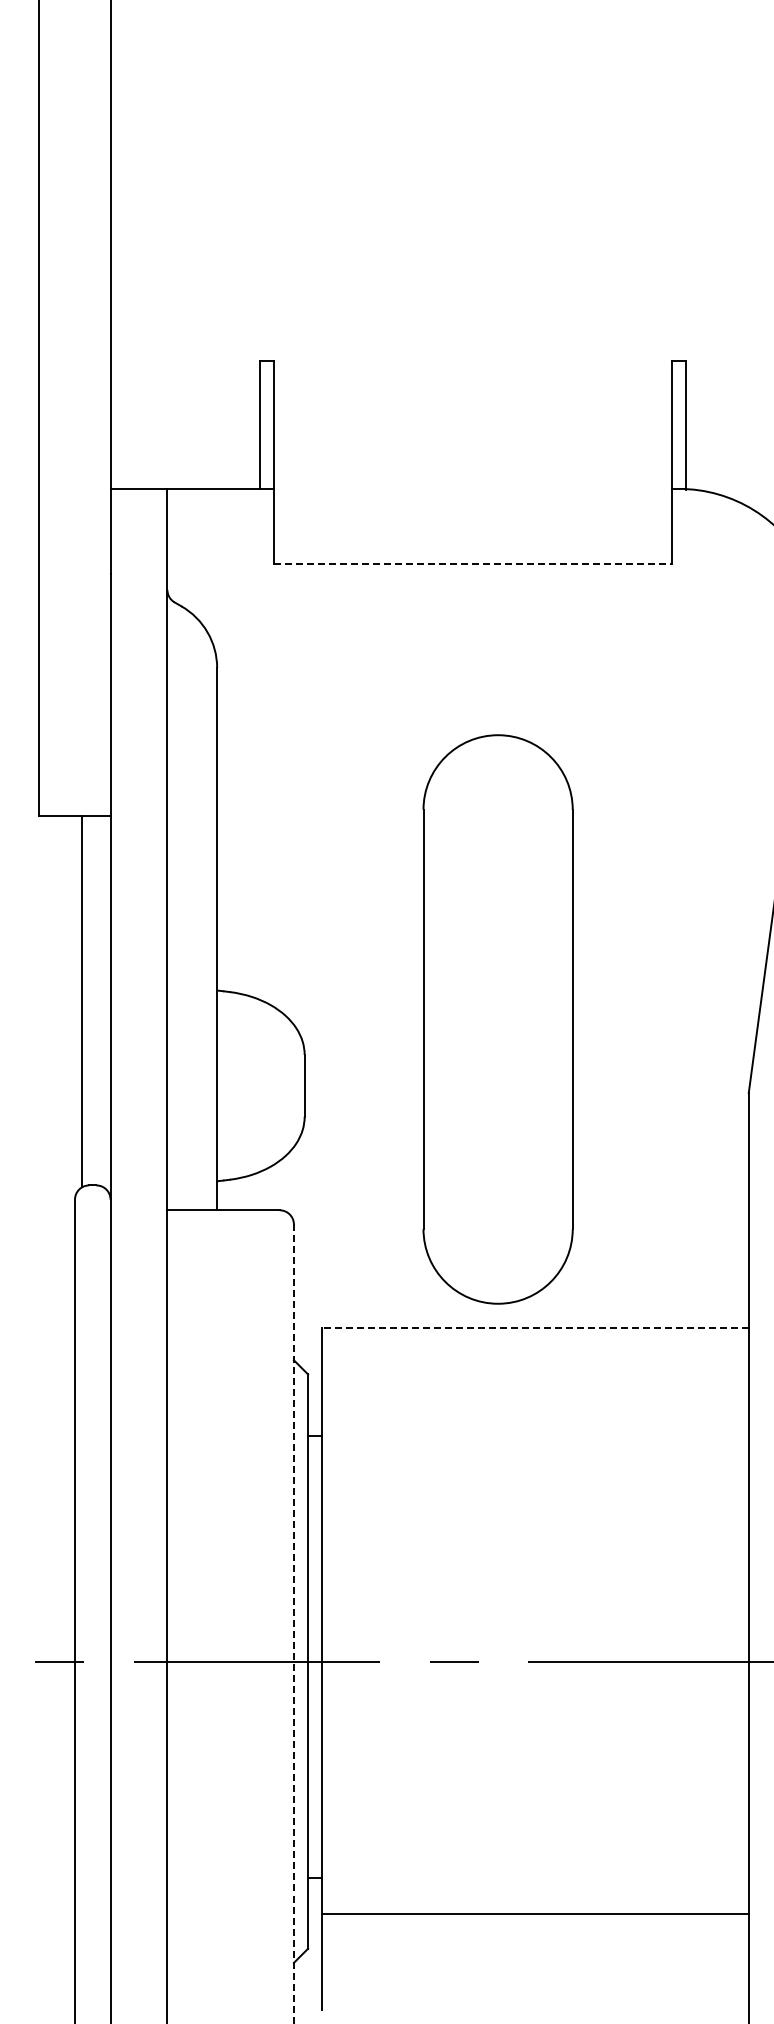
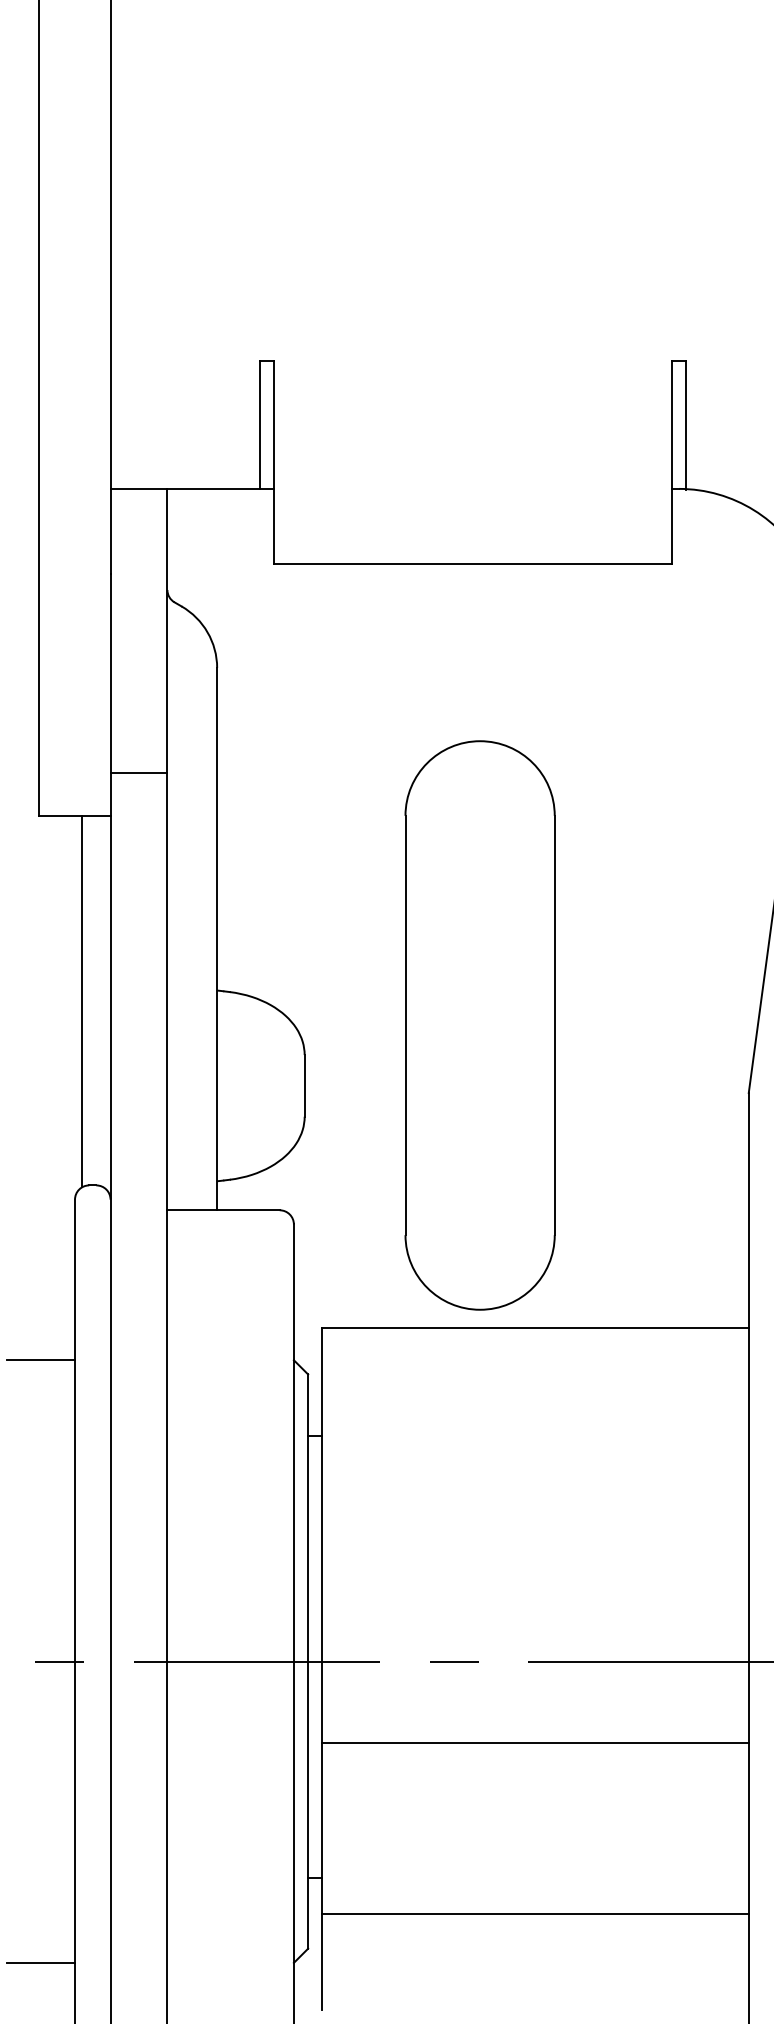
line at (473, 564): dashed -> solid
line at (138, 773): none -> present
part at (497, 1019) position: (497, 1019) -> (479, 1025)
line at (535, 1327): dashed -> solid
line at (40, 1360): none -> present
line at (293, 1624): dashed -> solid
line at (535, 1743): none -> present
line at (40, 1962): none -> present
